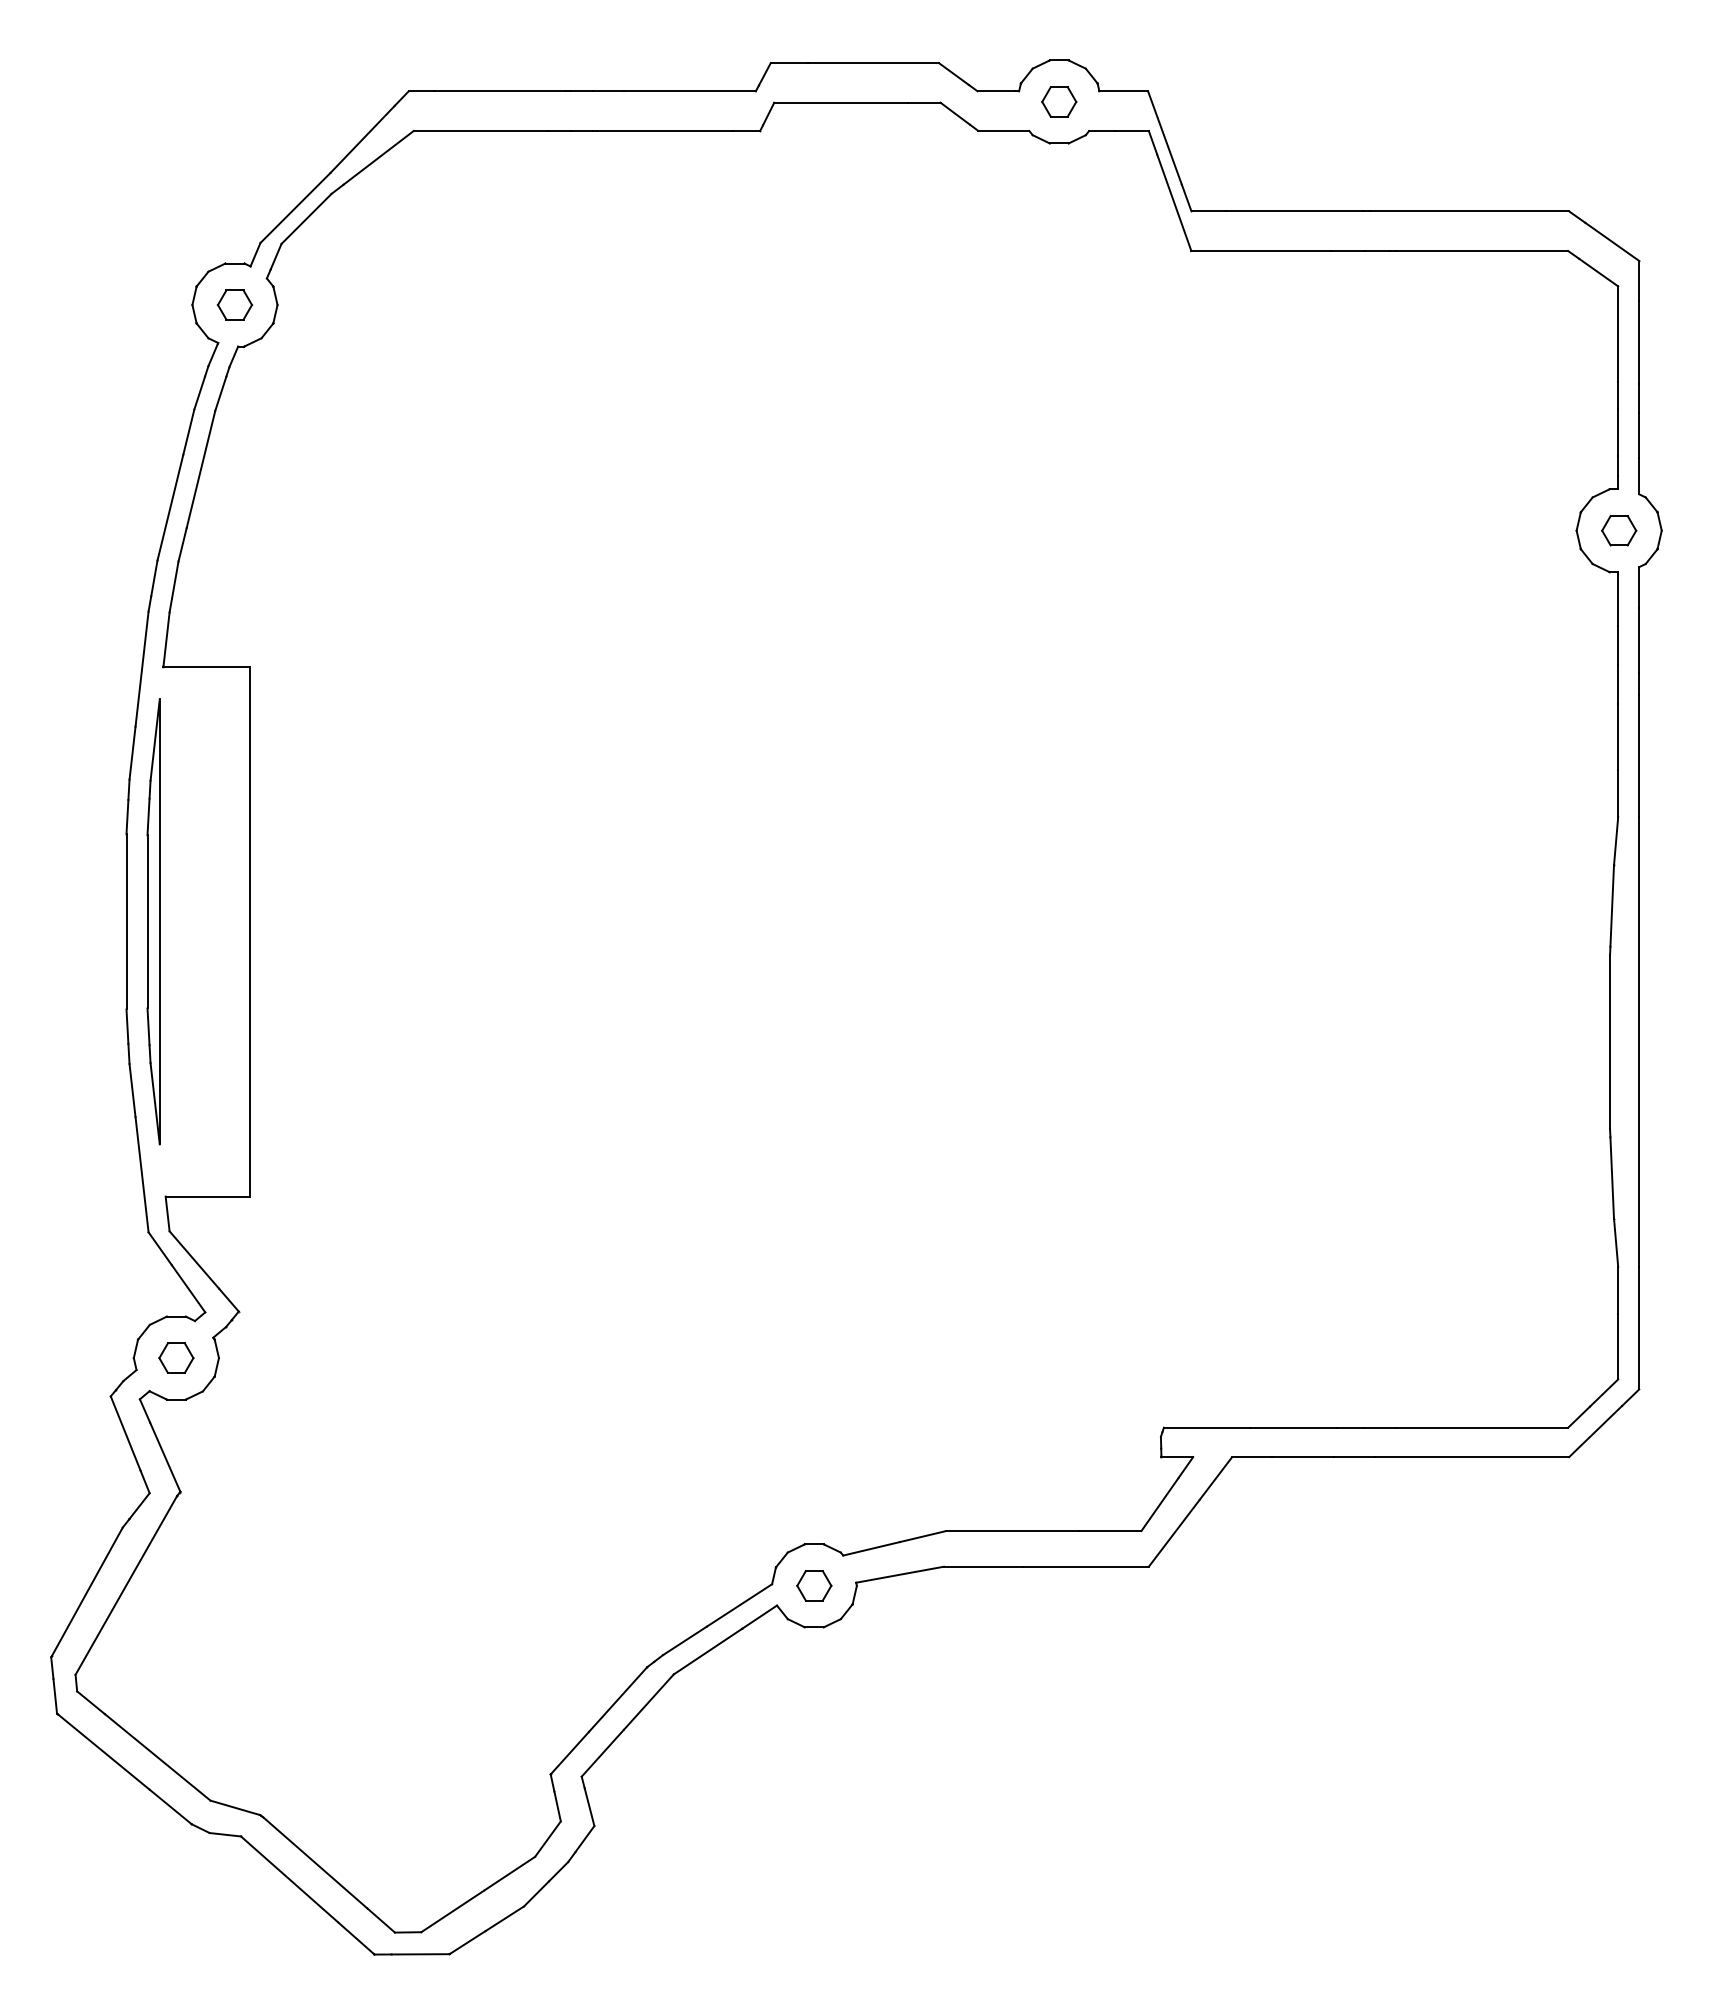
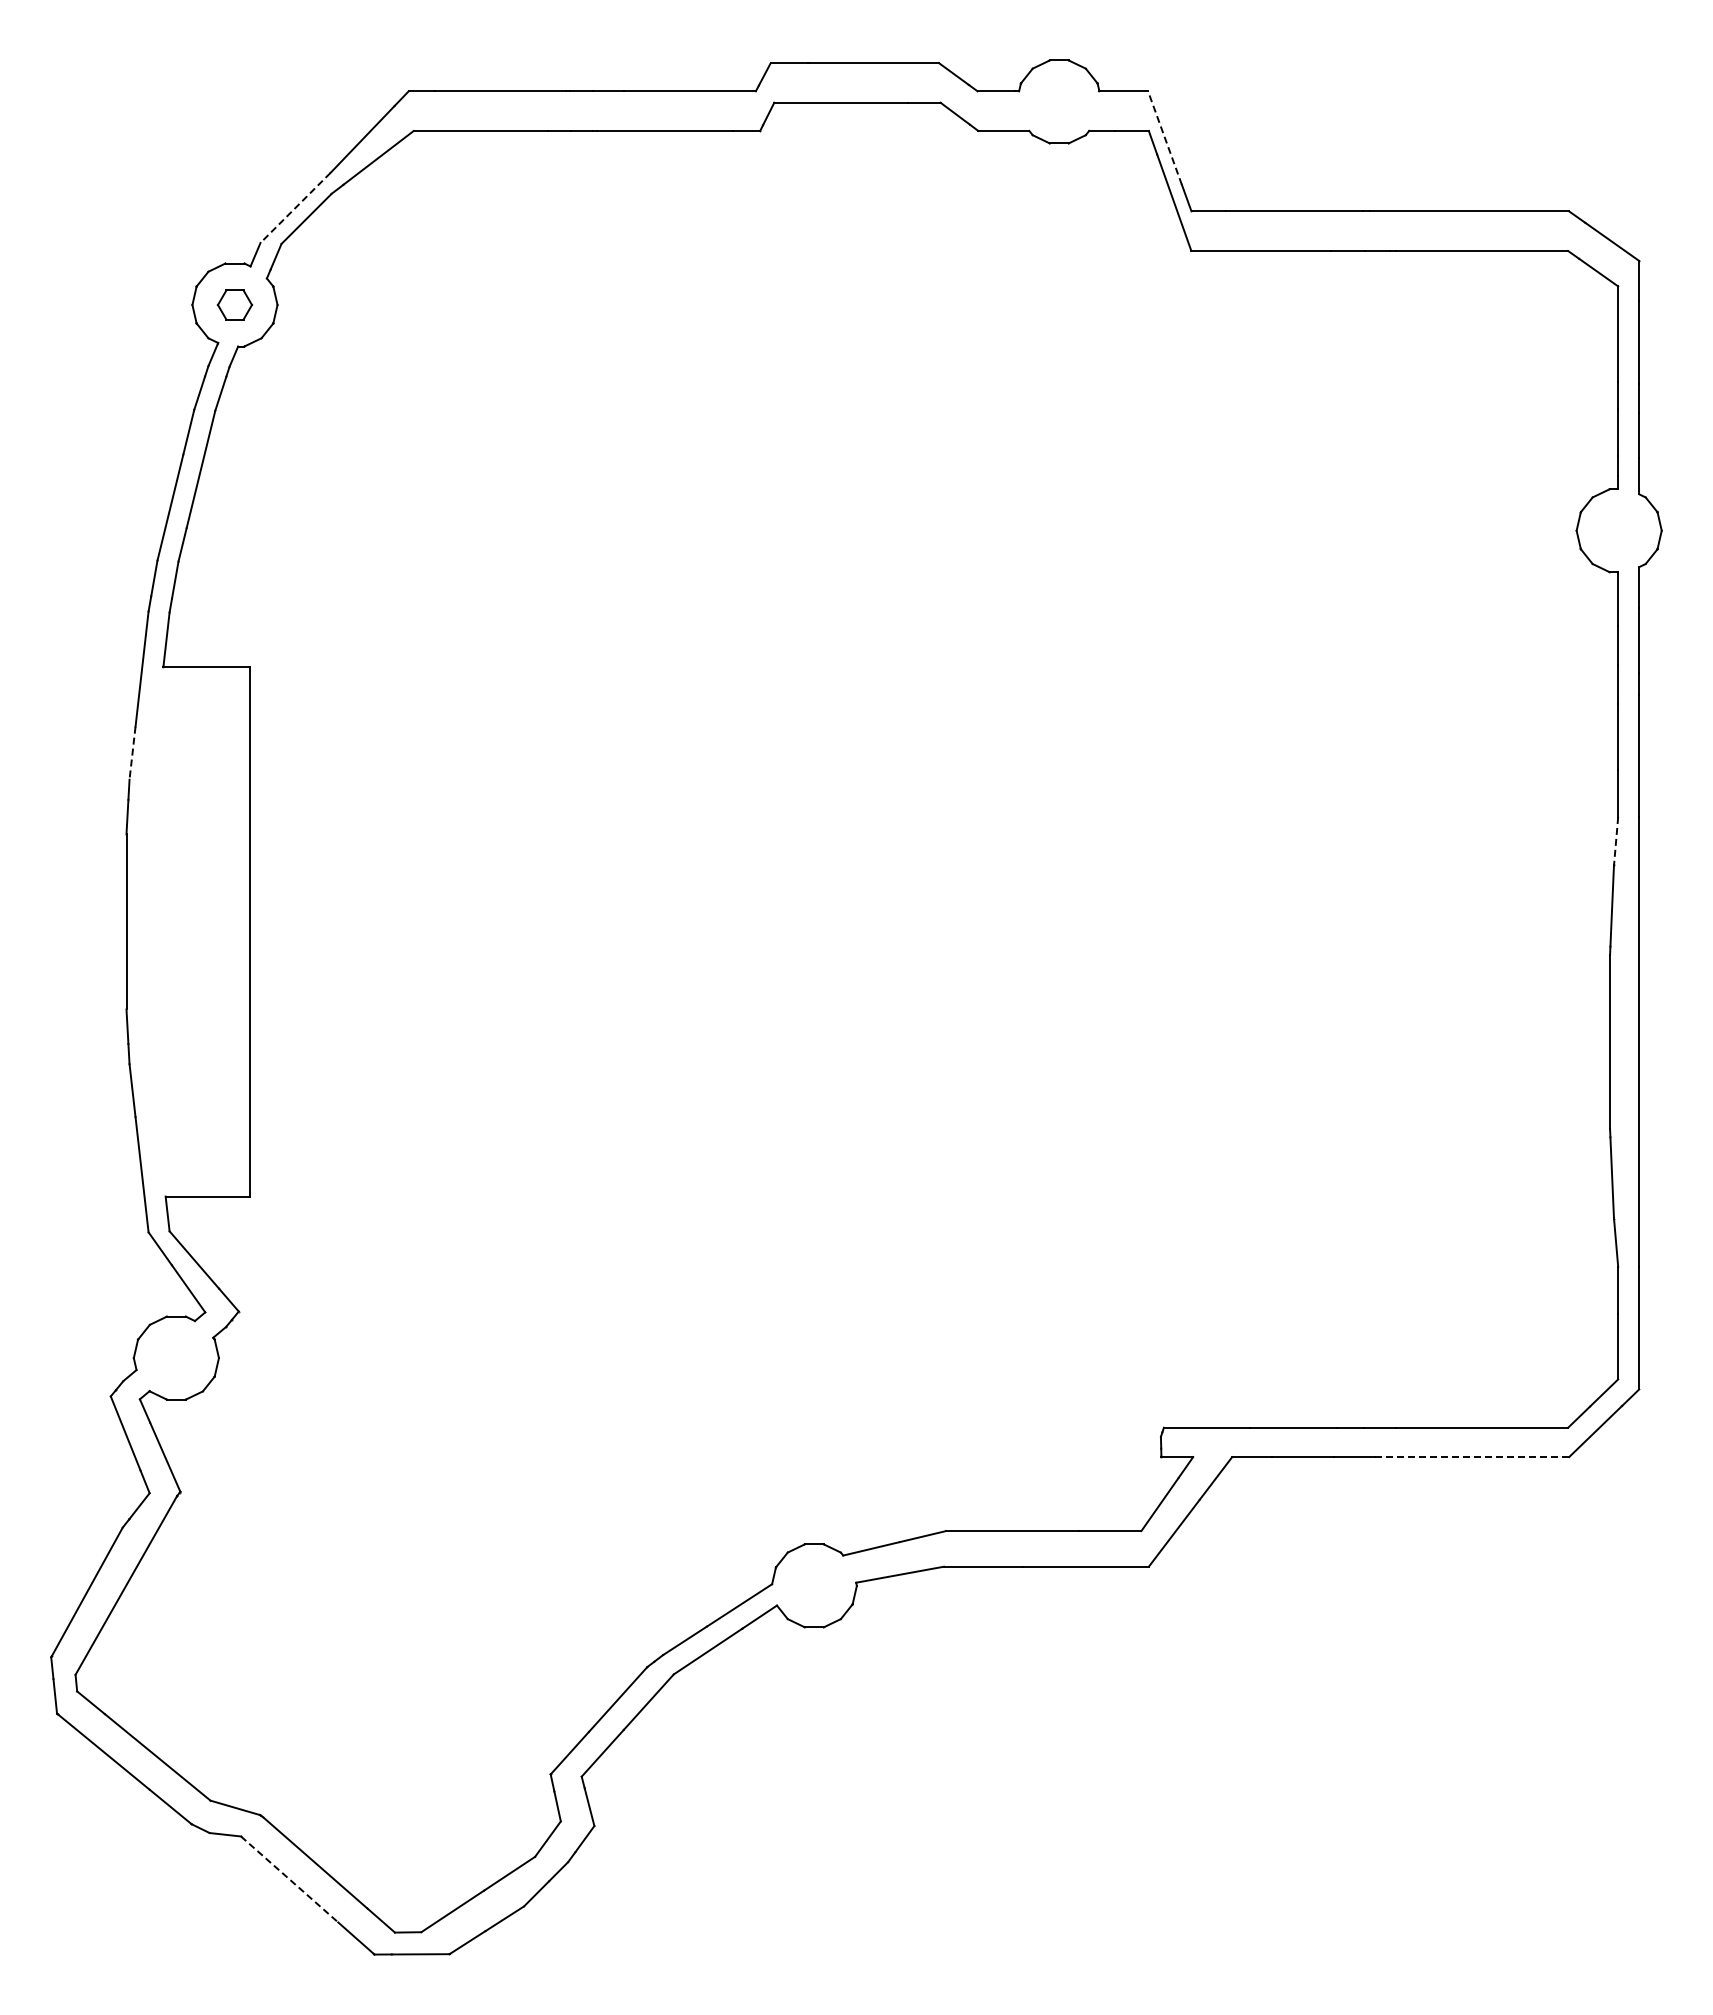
part at (1059, 101): present -> none
line at (1164, 138): solid -> dashed
line at (295, 207): solid -> dashed
part at (1619, 530): present -> none
line at (132, 753): solid -> dashed
line at (1616, 841): solid -> dashed
part at (153, 921): present -> none
part at (176, 1357): present -> none
line at (1472, 1457): solid -> dashed
part at (814, 1585): present -> none
line at (289, 1879): solid -> dashed
